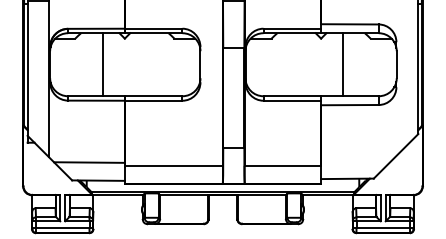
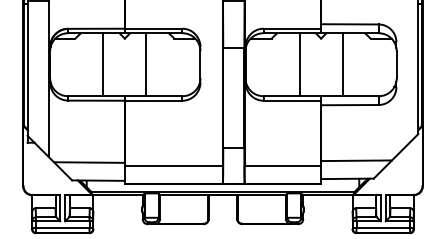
line at (146, 64): none -> present
line at (299, 64): none -> present
line at (356, 160): none -> present
